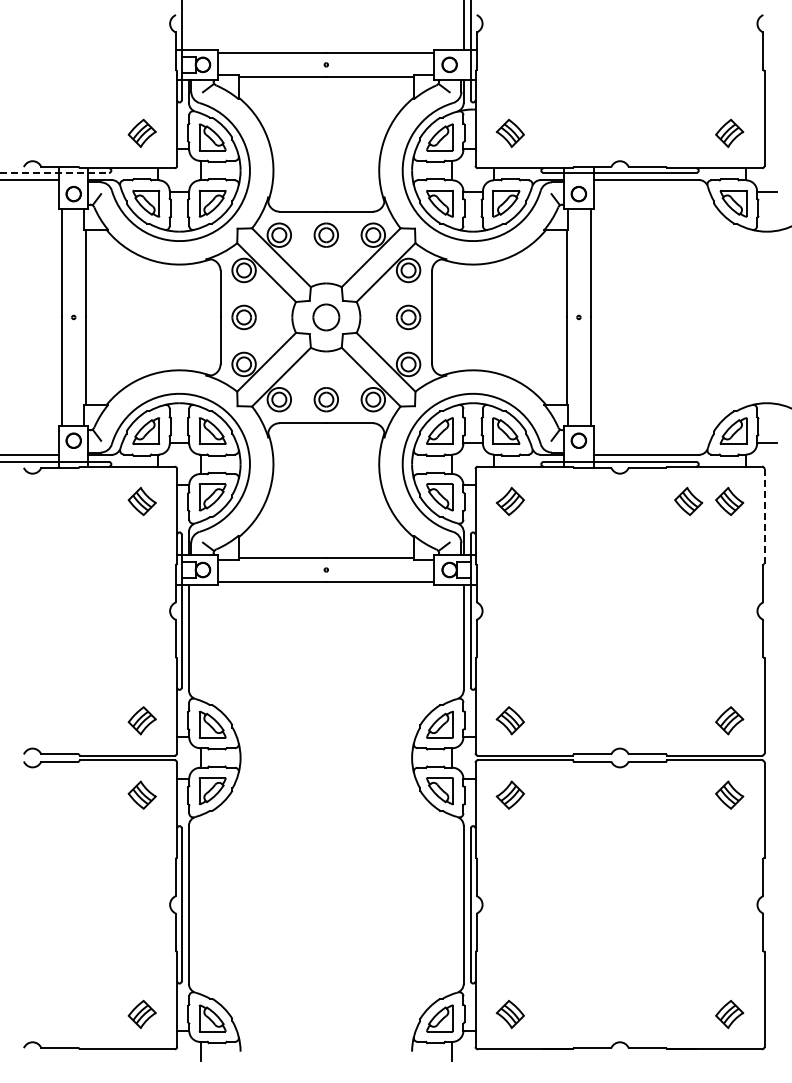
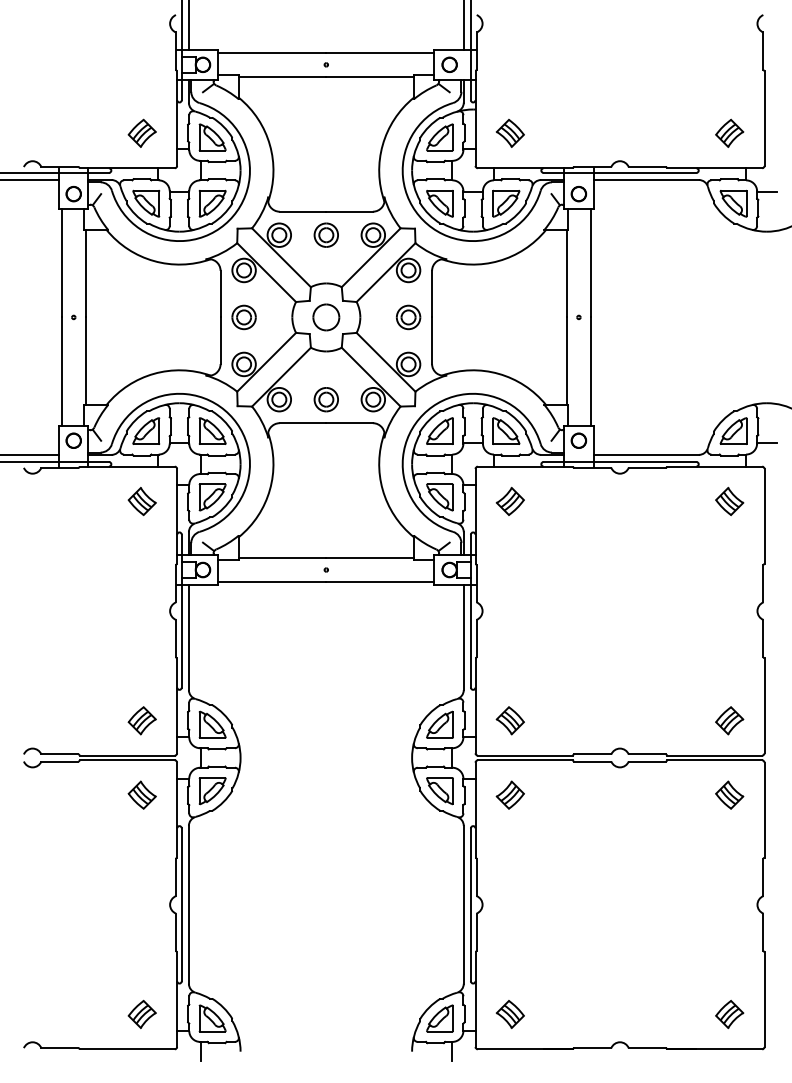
line at (188, 26): none -> present
line at (55, 172): dashed -> solid
part at (688, 500): present -> none
line at (764, 516): dashed -> solid
